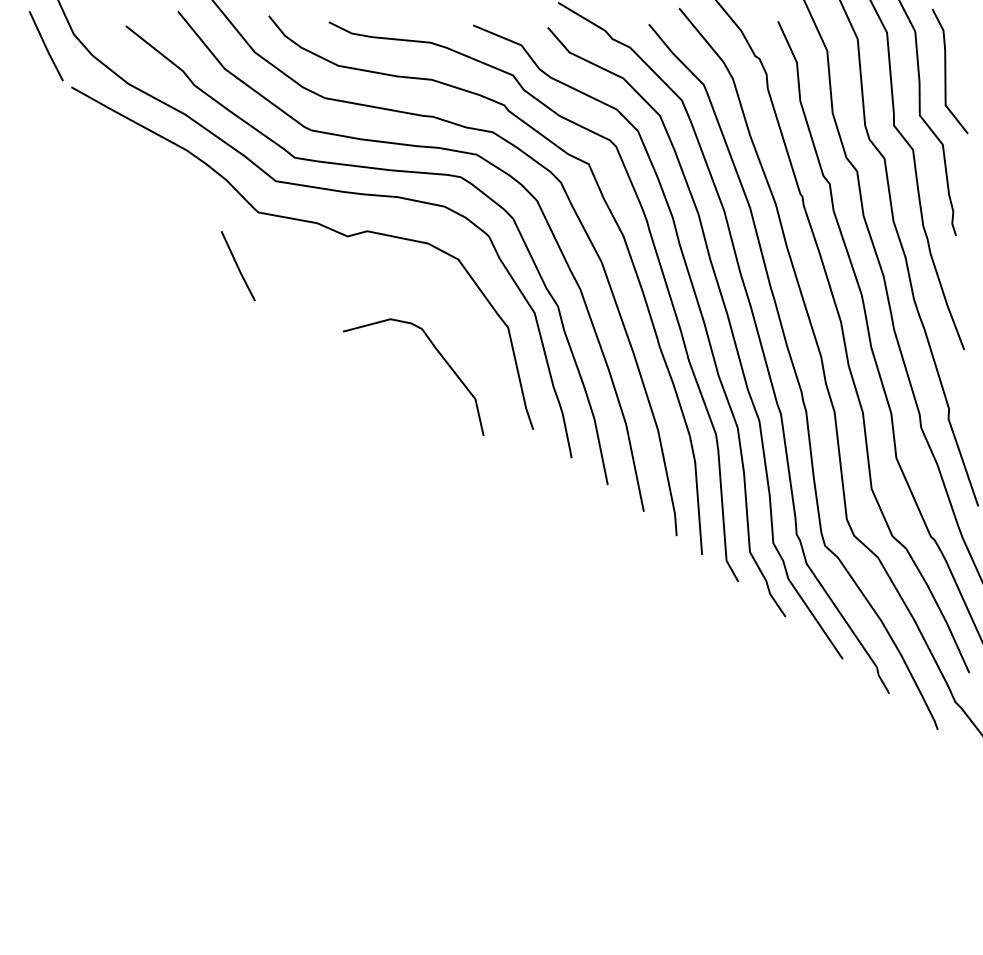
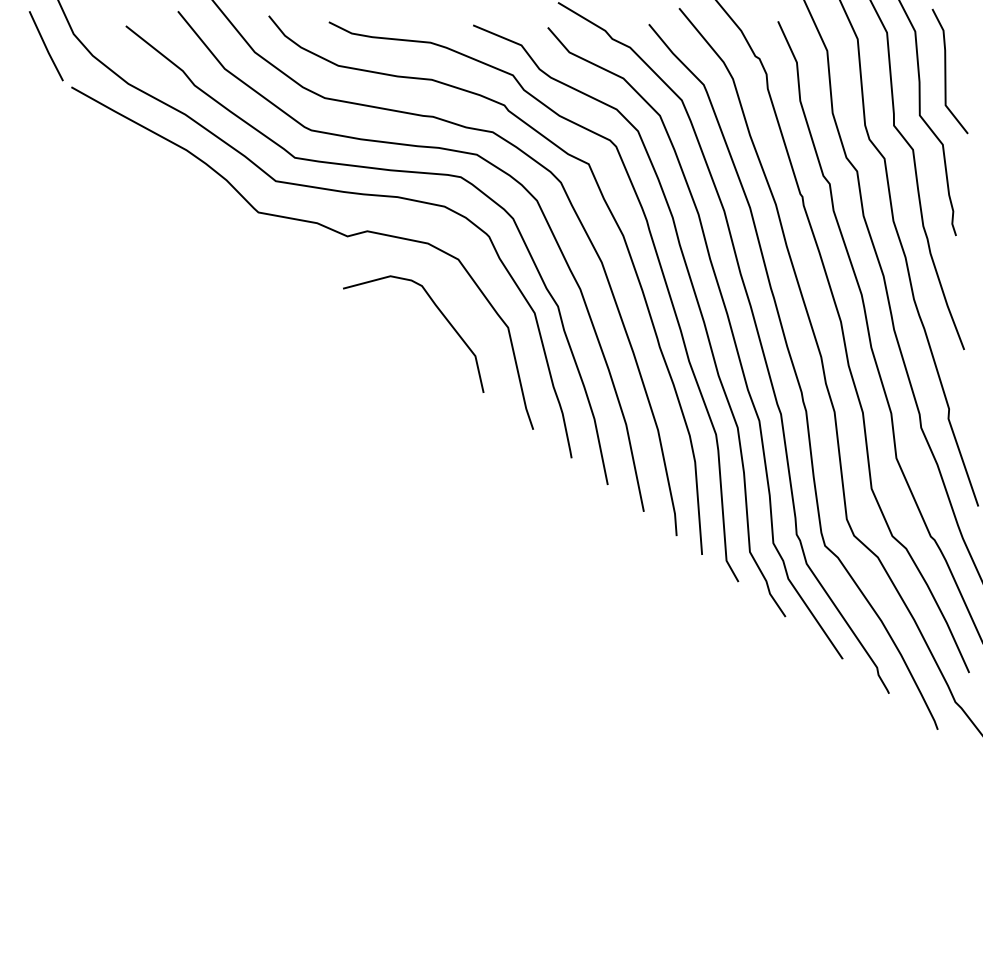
line at (237, 266): present -> none
curve at (441, 357) position: (441, 357) -> (441, 314)
